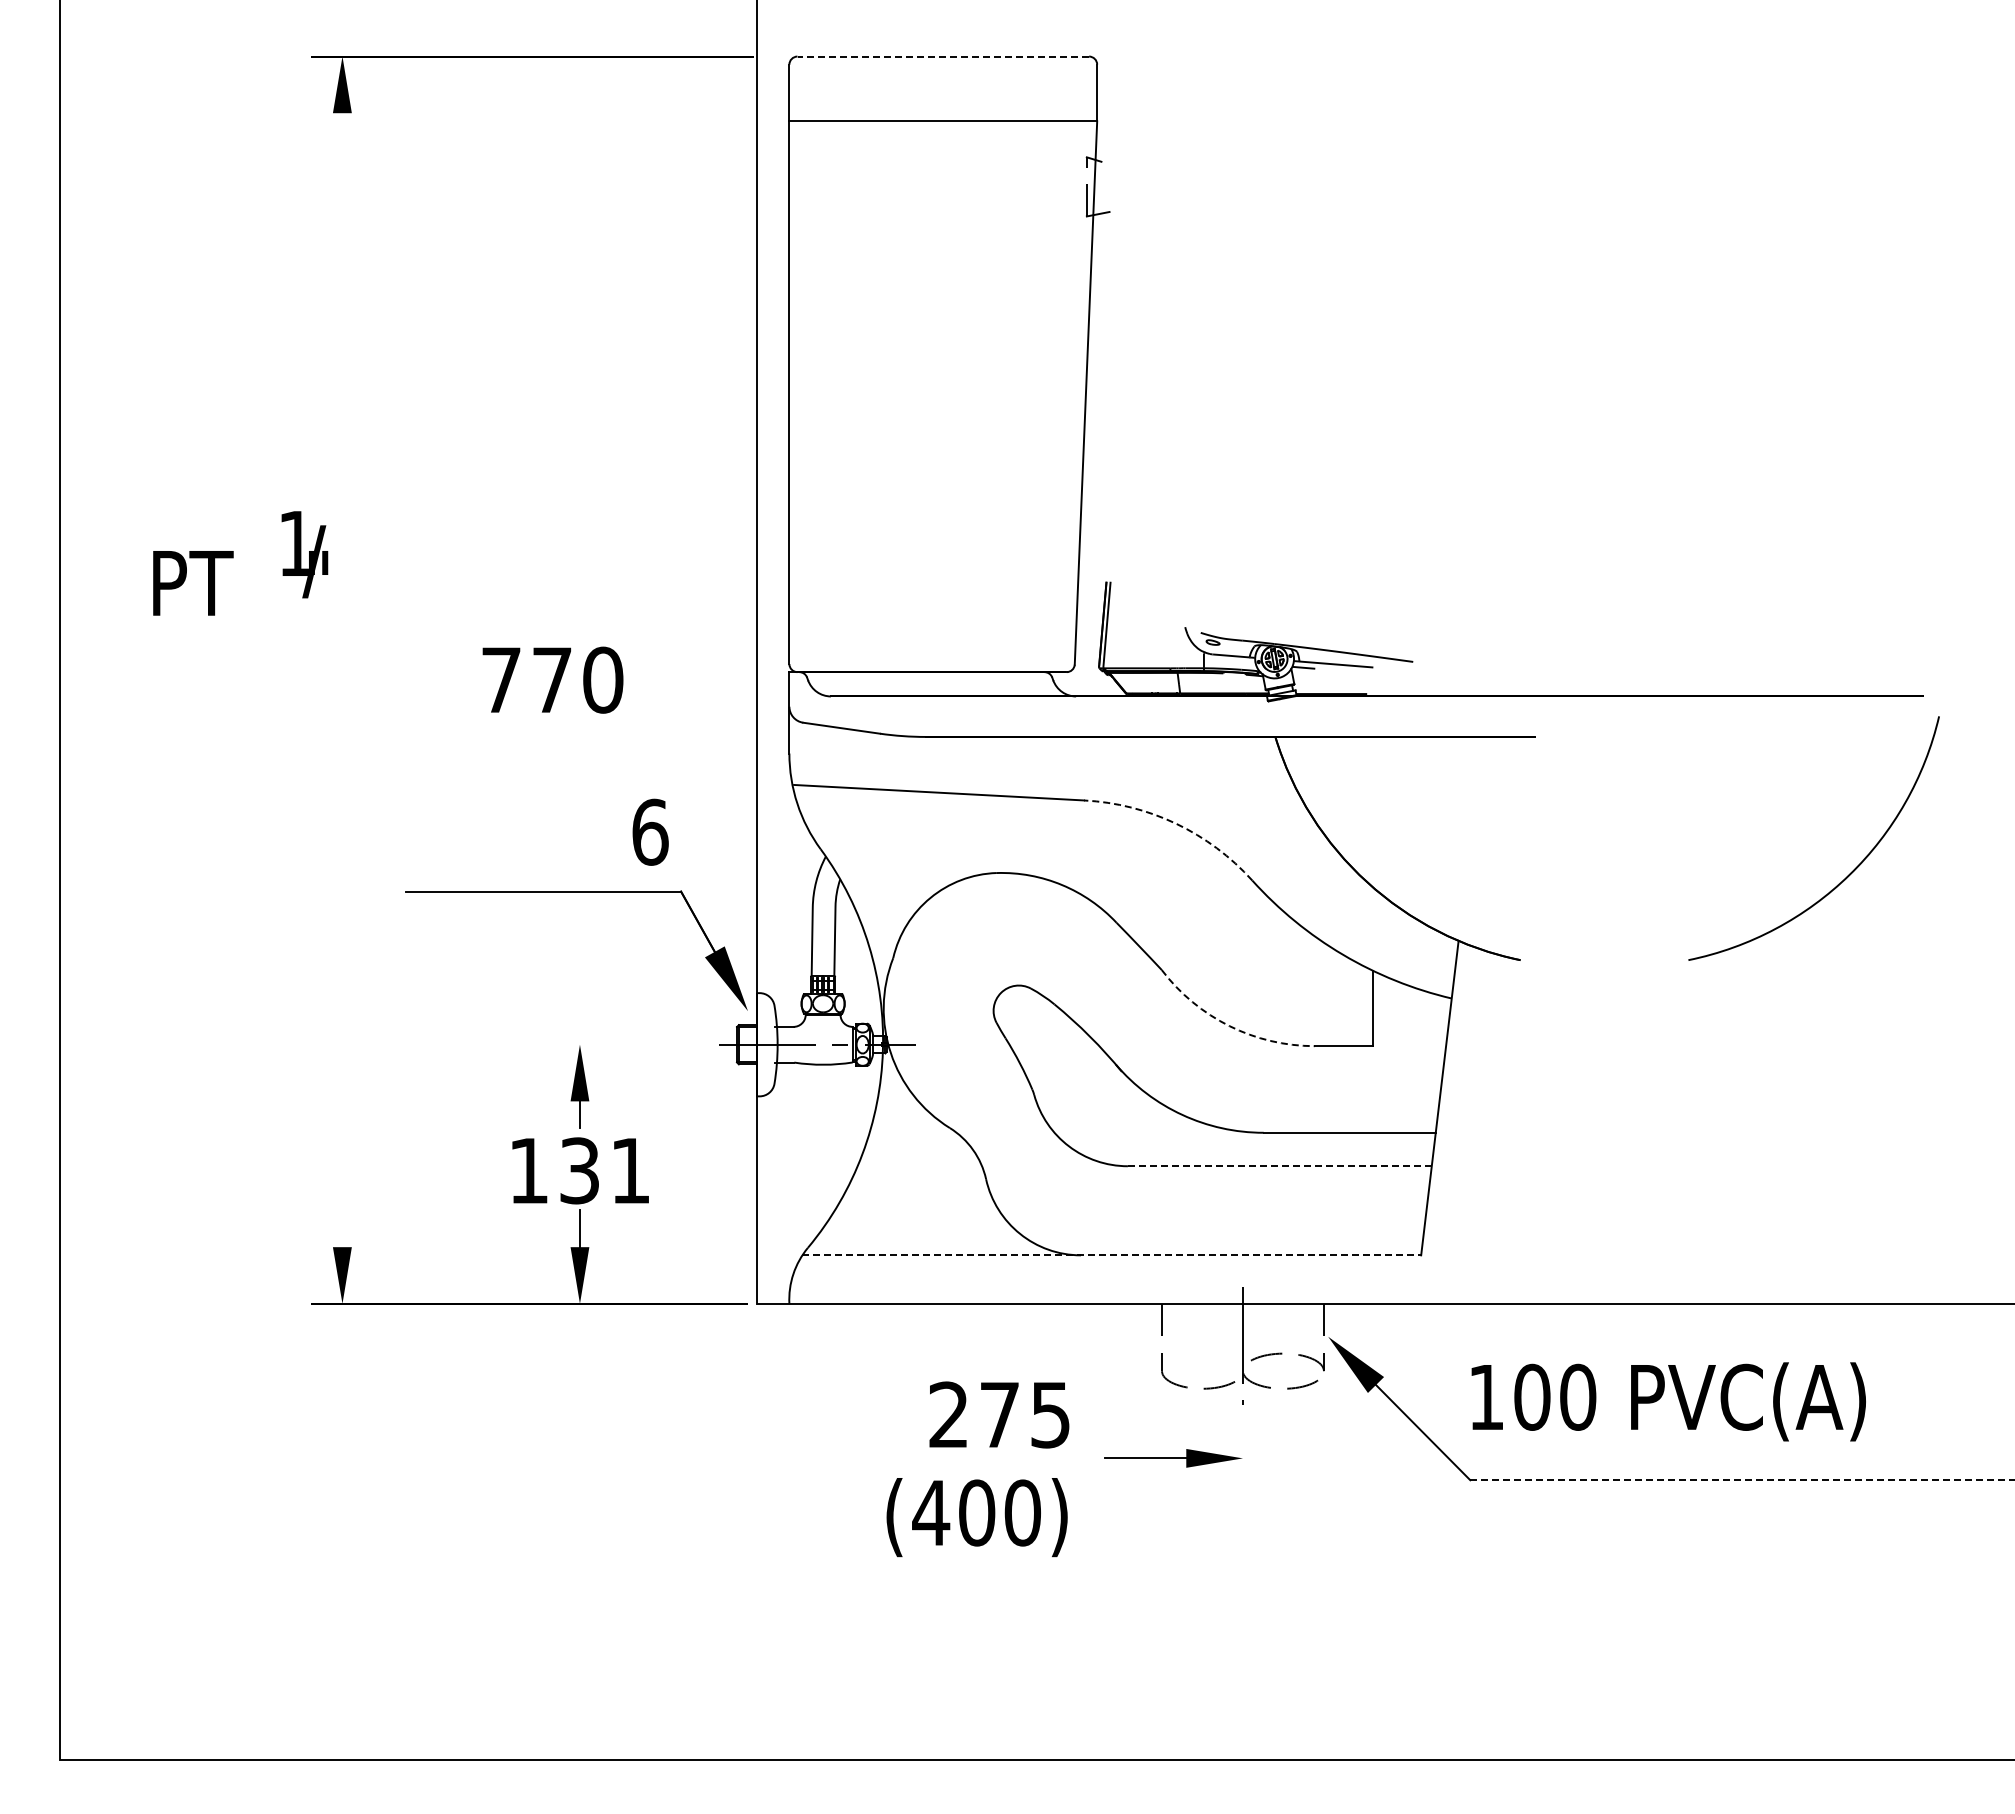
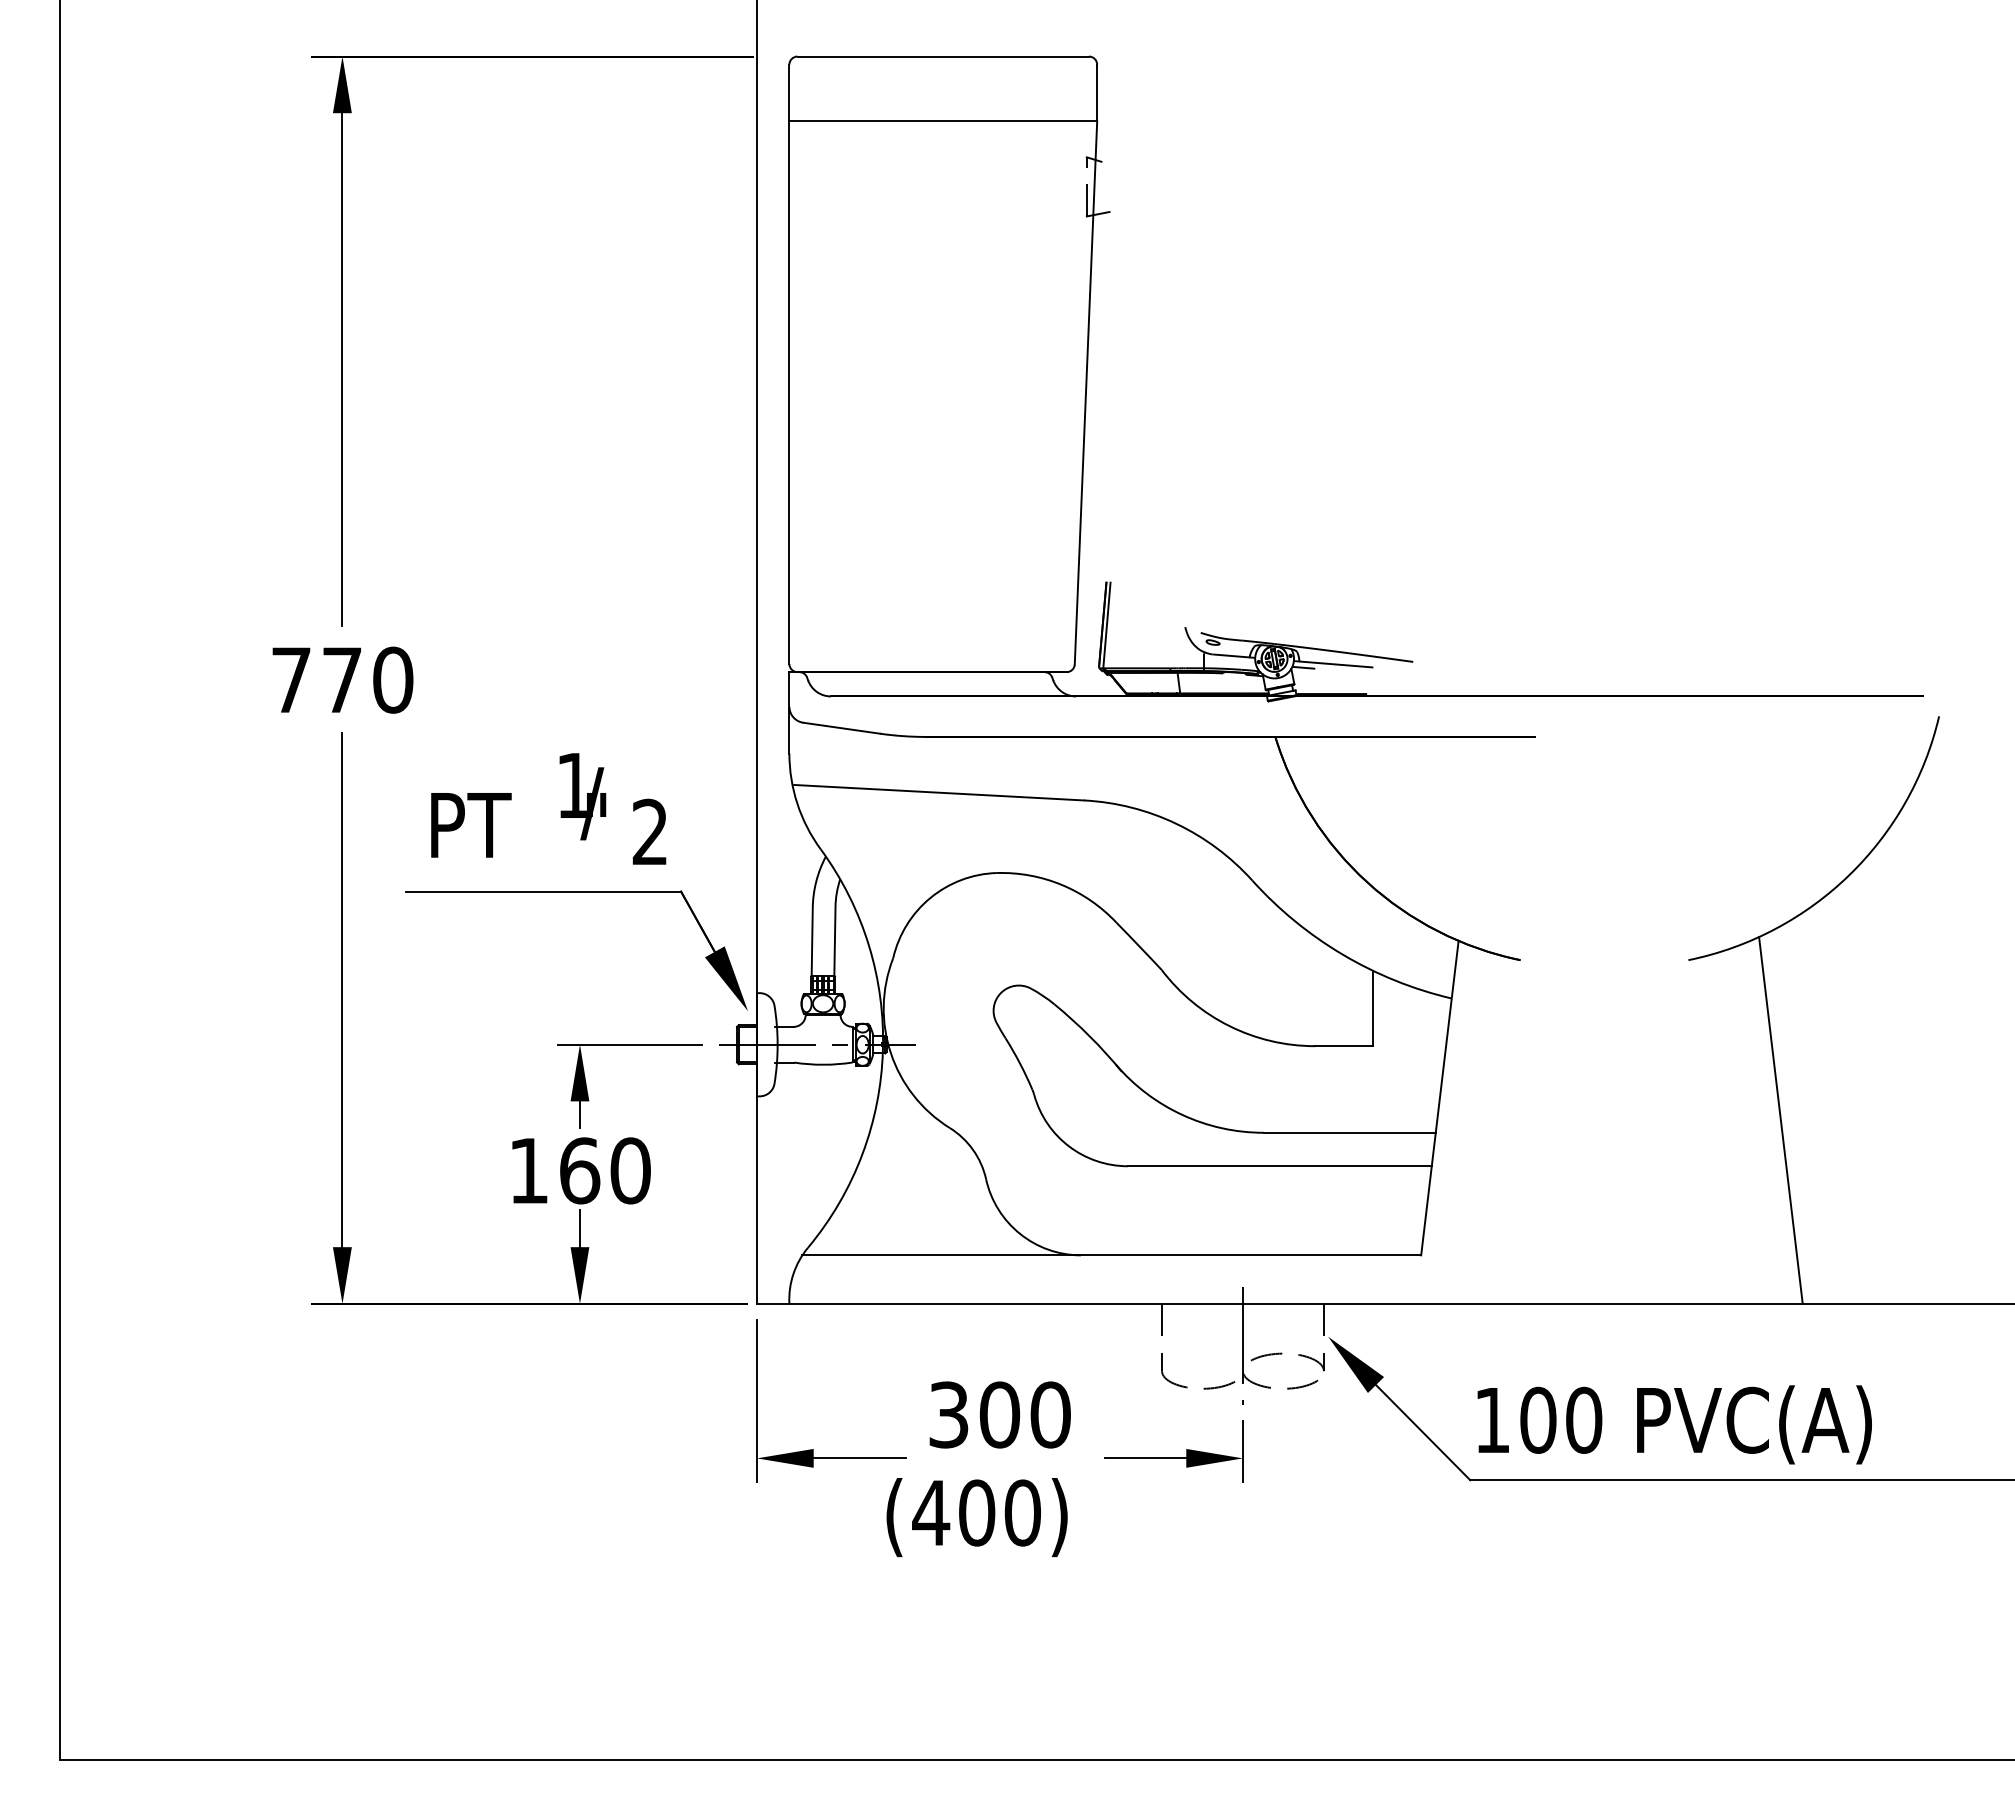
line at (943, 56): dashed -> solid
line at (342, 357): none -> present
text at (240, 563) position: (240, 563) -> (518, 805)
text at (552, 679) position: (552, 679) -> (342, 679)
arc at (1176, 823): dashed -> solid
text at (650, 831): 6 -> 2
line at (342, 1001): none -> present
arc at (1229, 1026): dashed -> solid
line at (629, 1044): none -> present
line at (1780, 1120): none -> present
line at (1279, 1166): dashed -> solid
text at (605, 1170): 131 -> 160
line at (1112, 1255): dashed -> solid
text at (1668, 1401) position: (1668, 1401) -> (1674, 1424)
text at (999, 1414): 275 -> 300
part at (813, 1449): none -> present
line at (1242, 1451): none -> present
line at (1743, 1480): dashed -> solid
